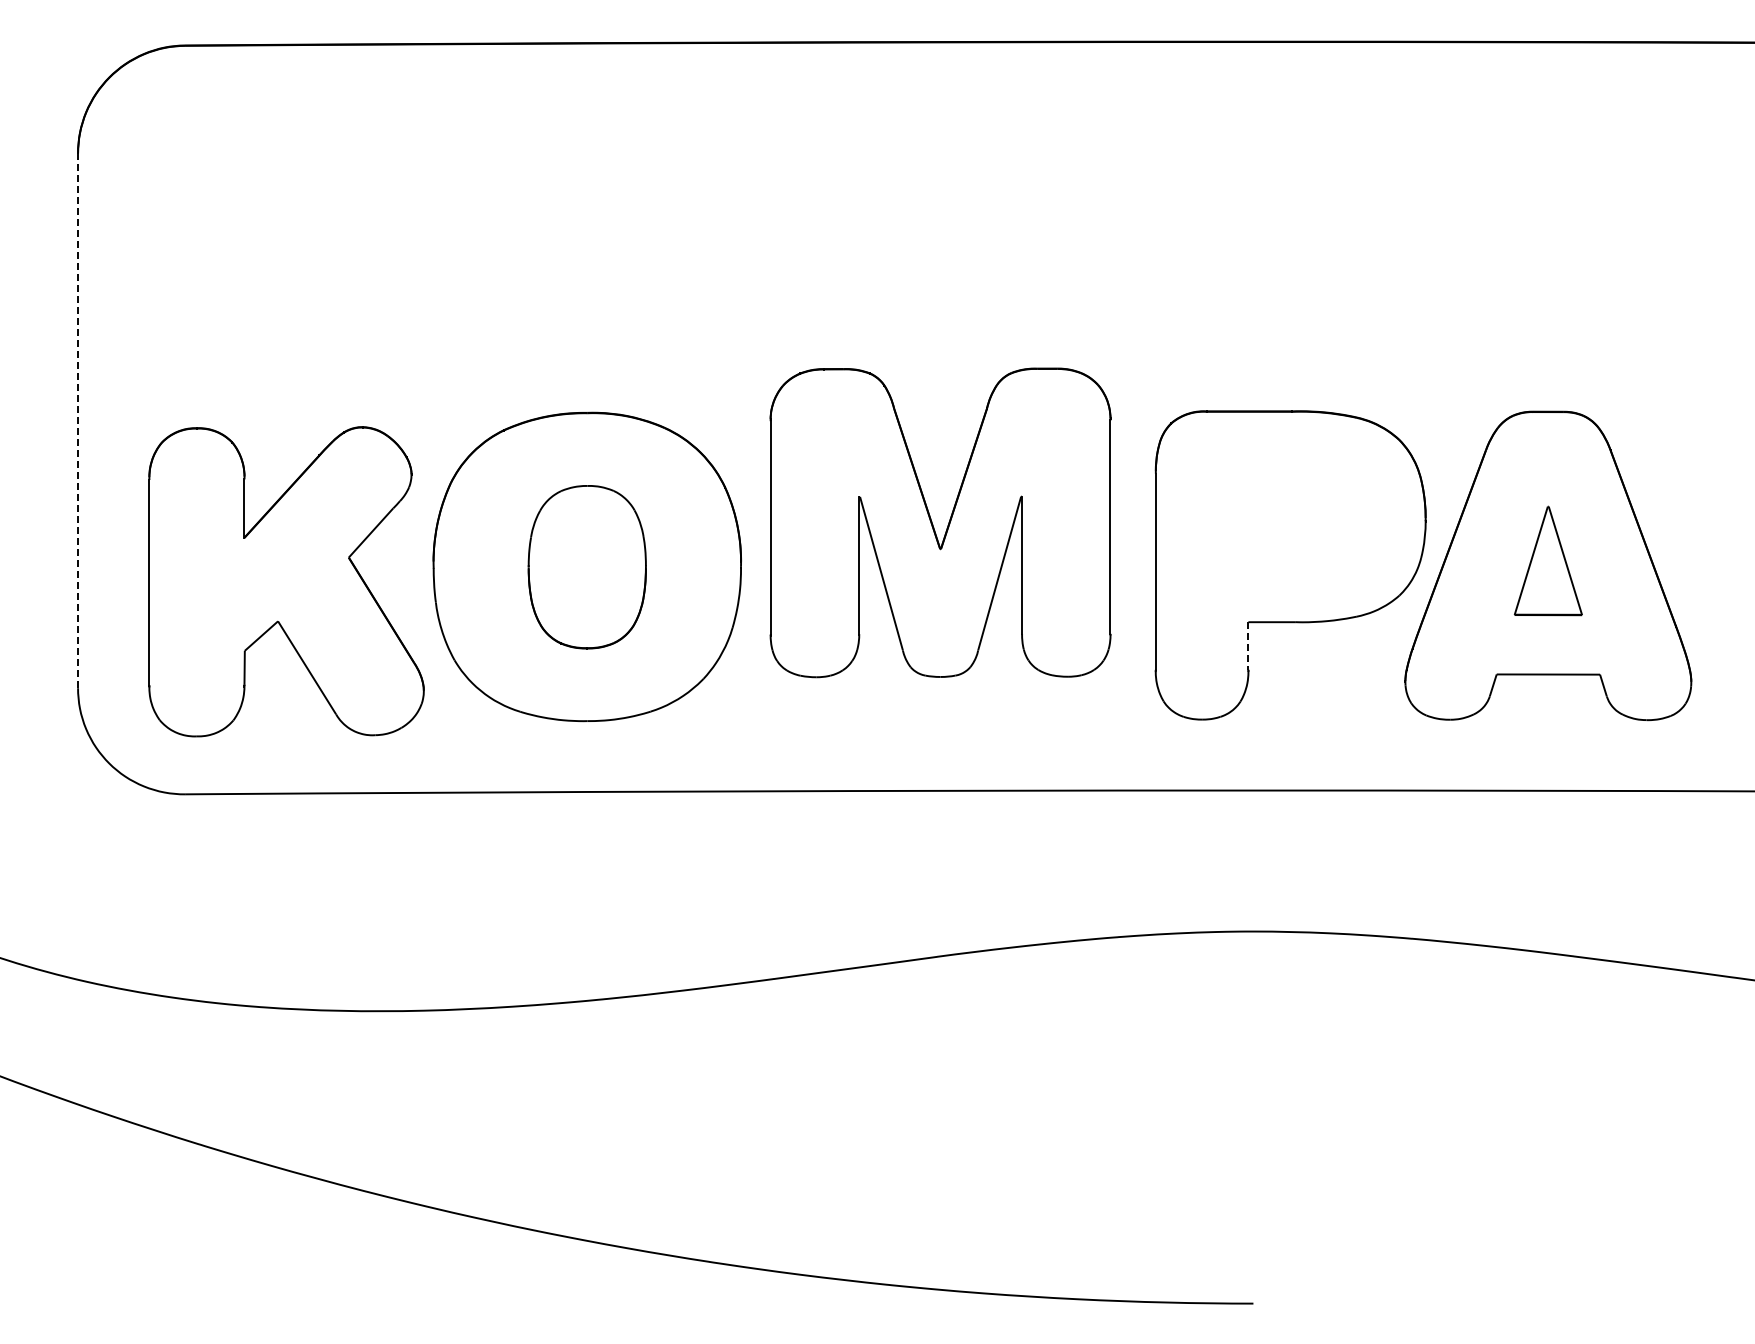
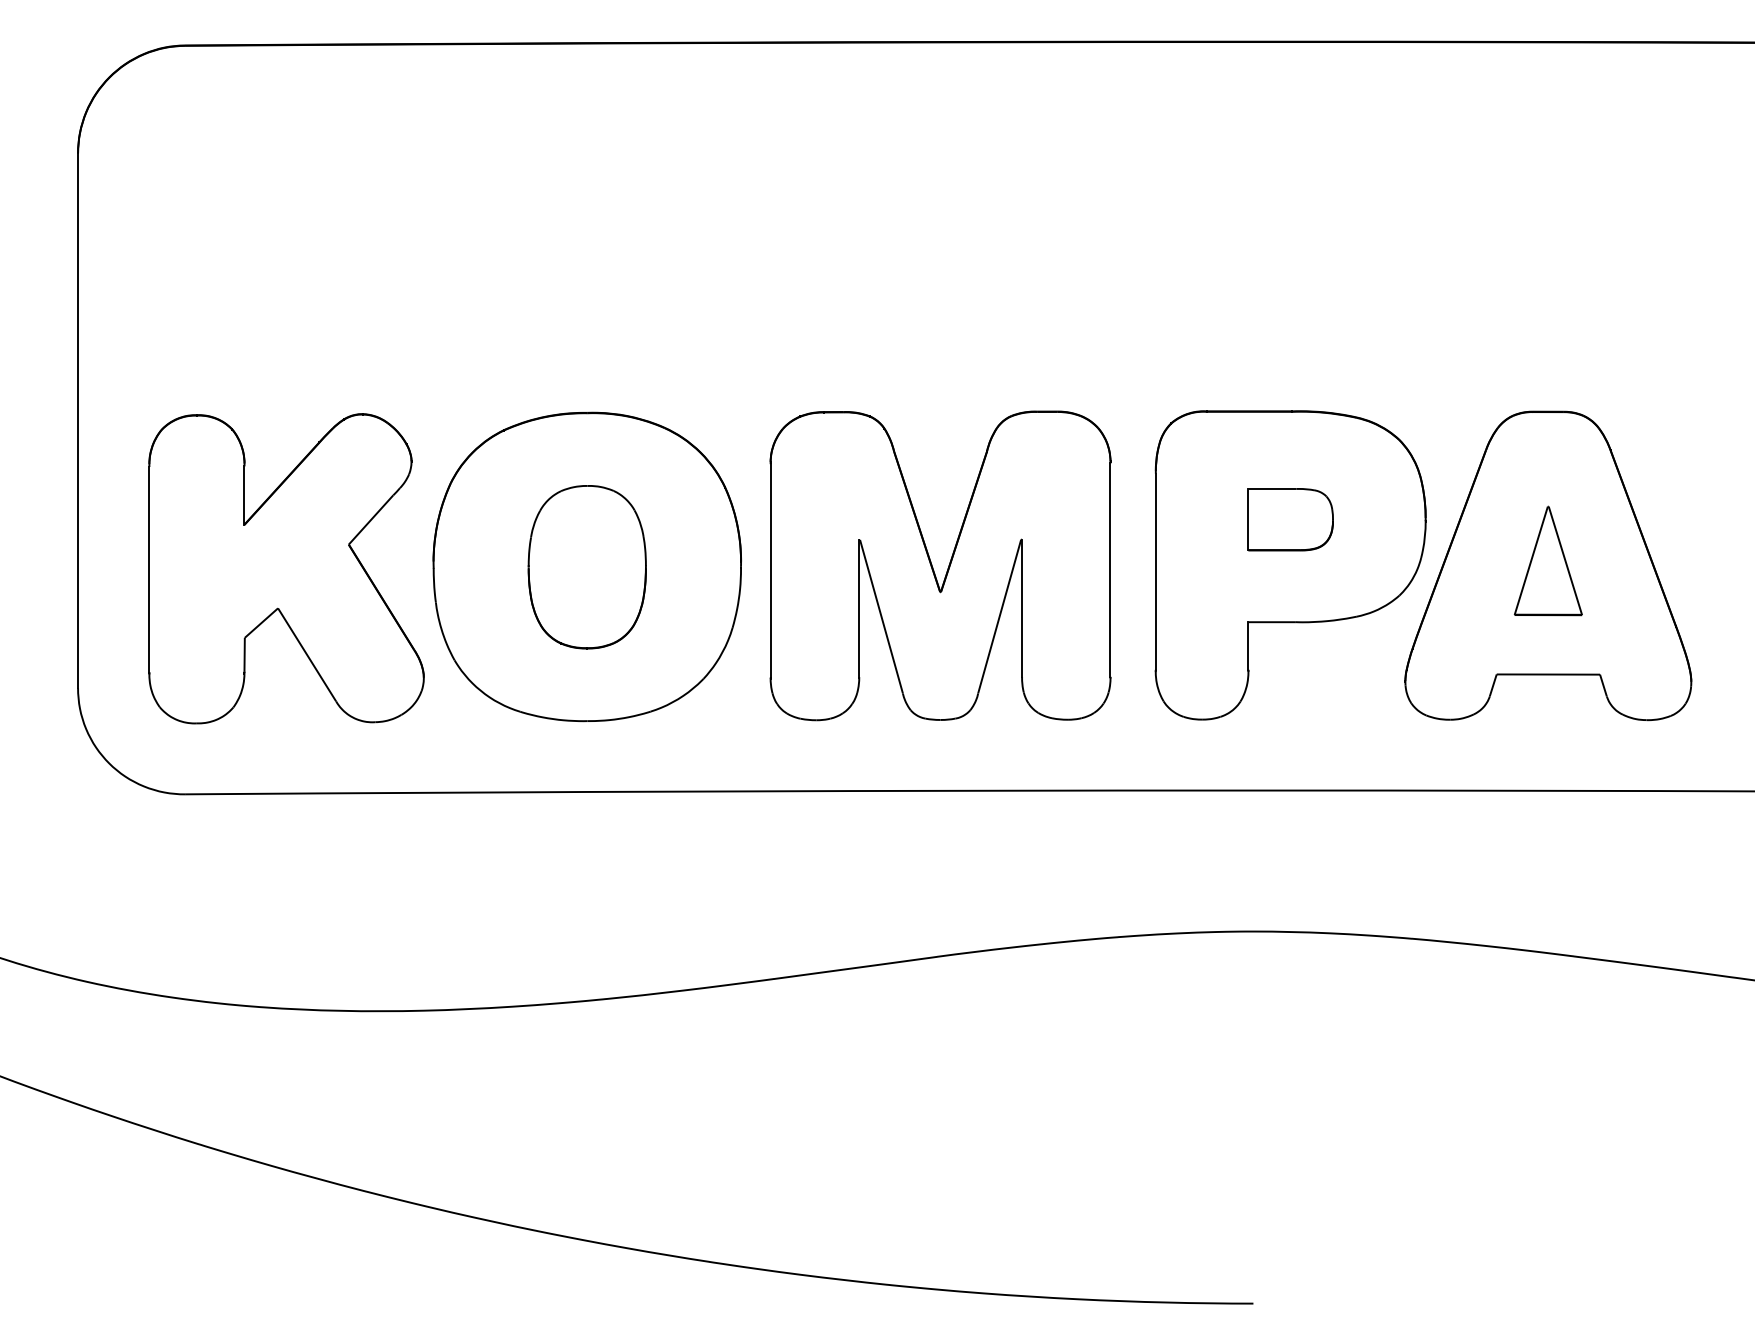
line at (78, 420): dashed -> solid
part at (1290, 519): none -> present
part at (933, 524) position: (933, 524) -> (933, 567)
part at (286, 581) position: (286, 581) -> (286, 568)
line at (1248, 646): dashed -> solid
